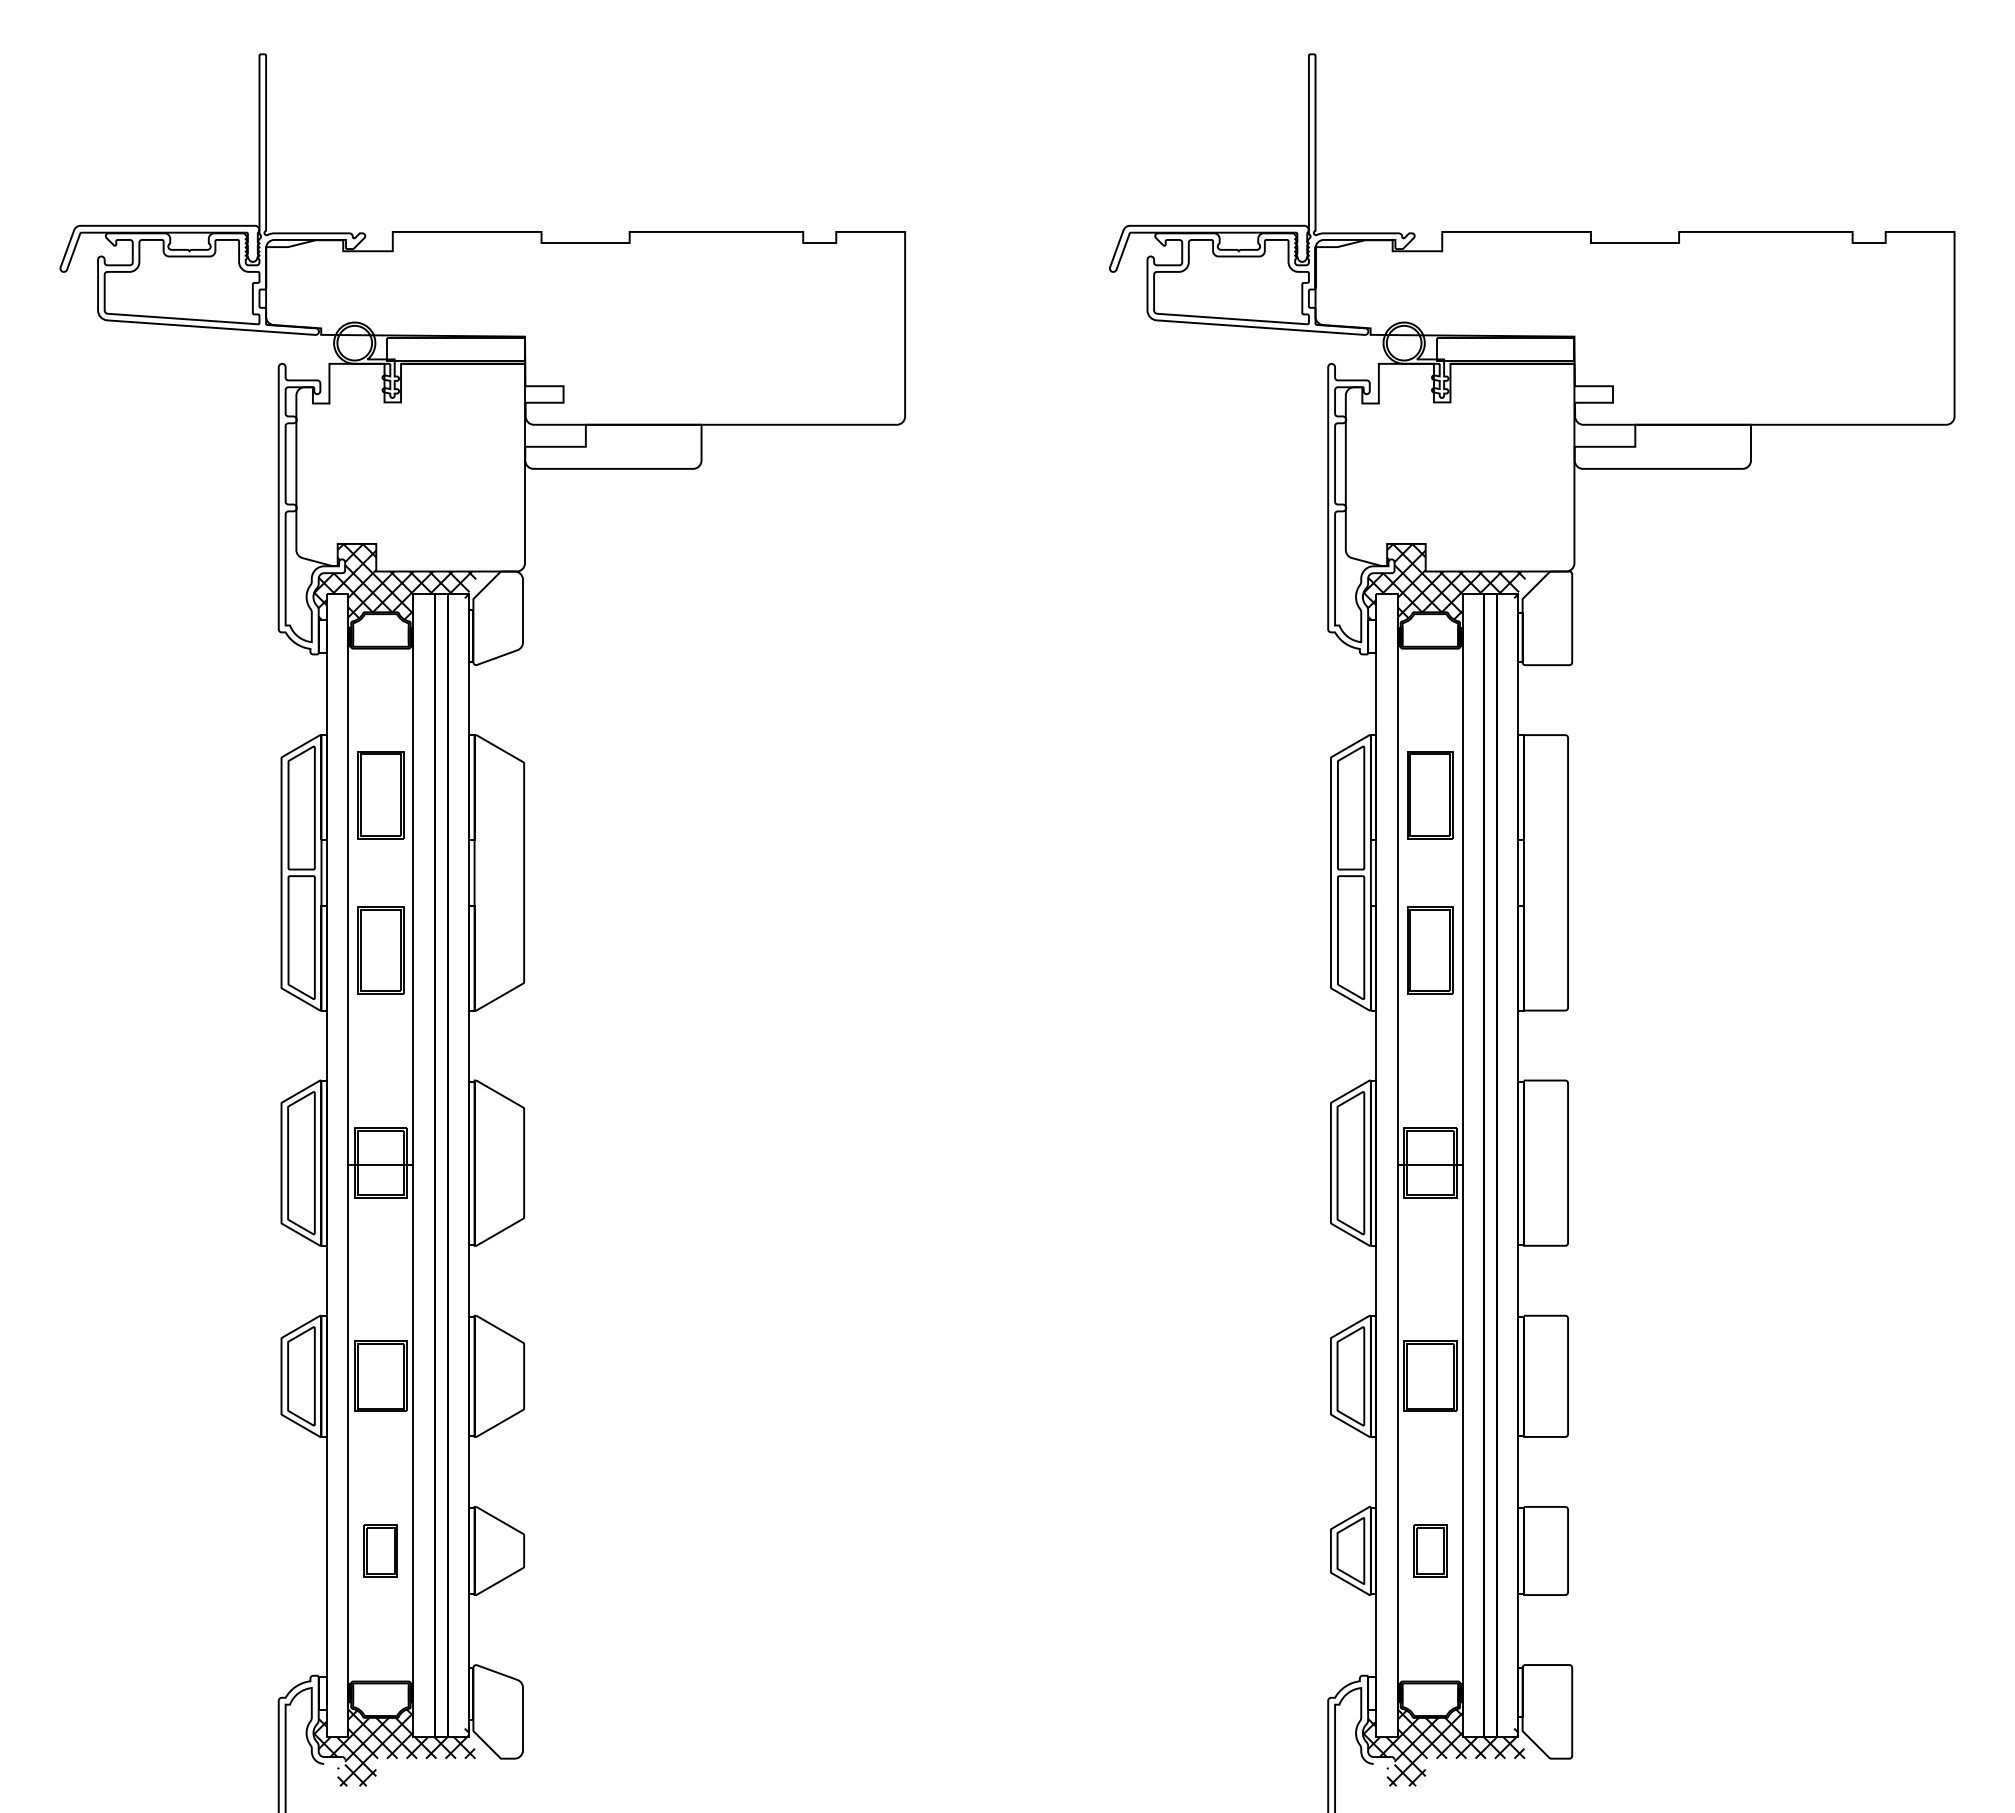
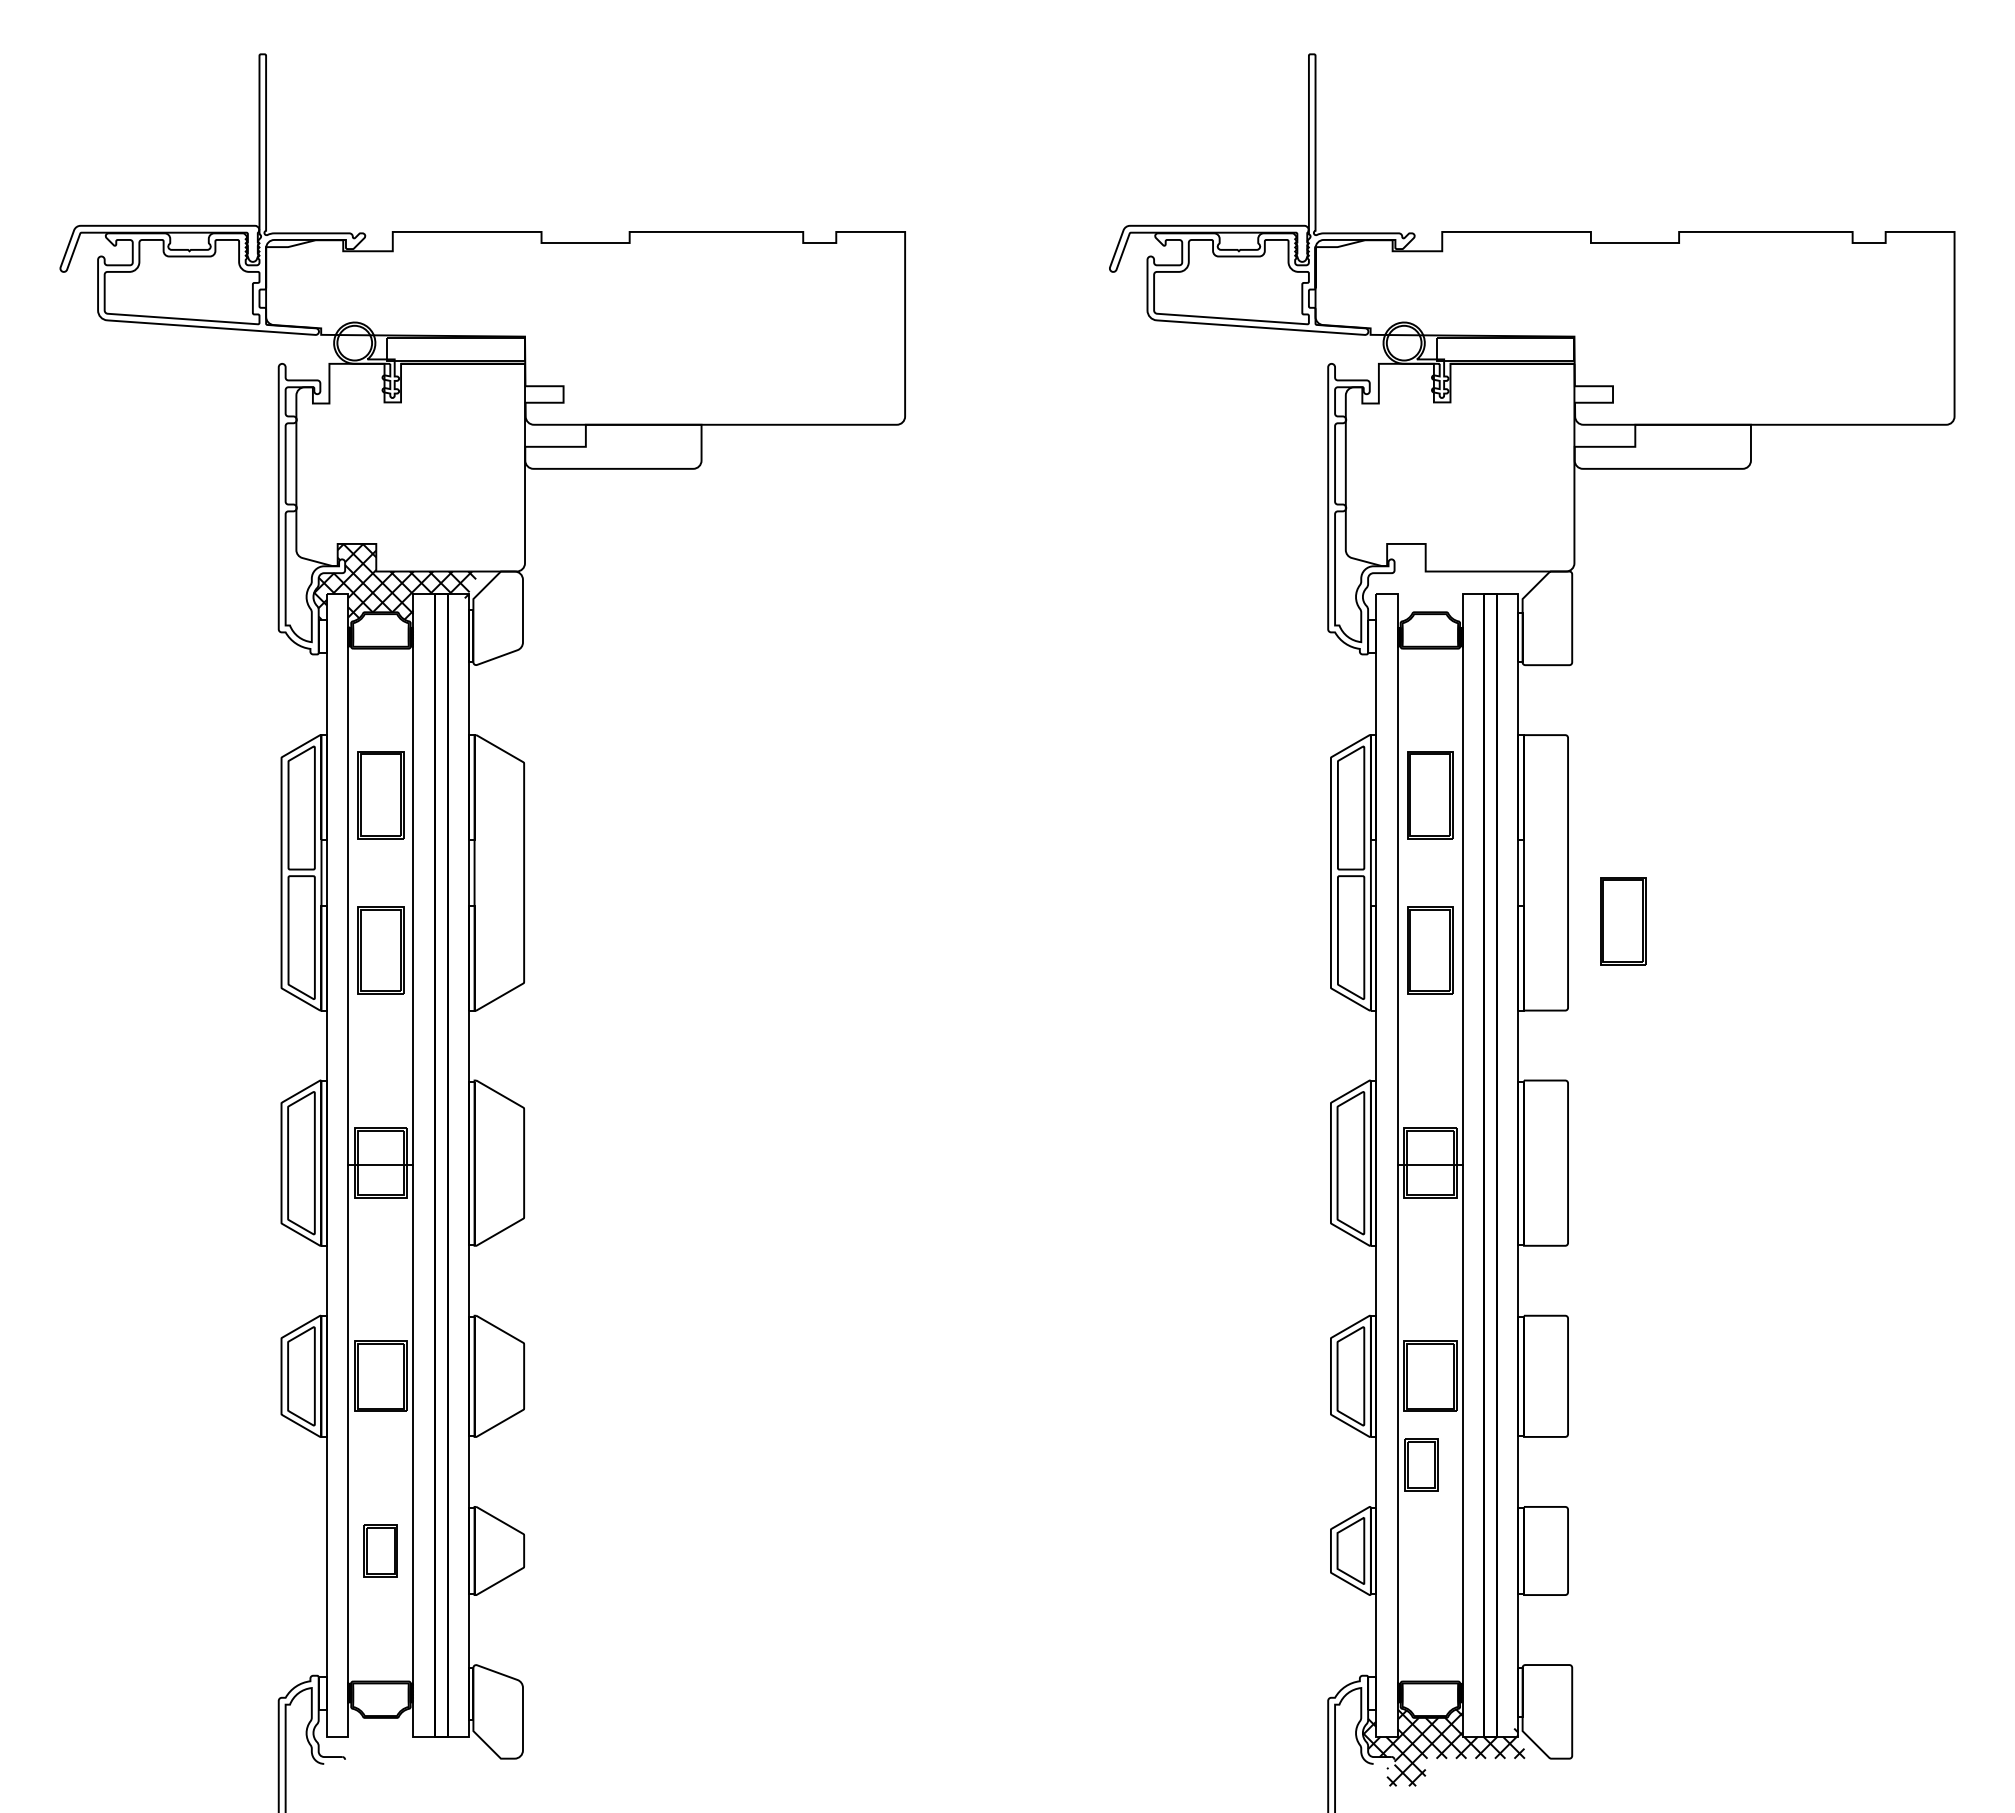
hatch at (1444, 585): present -> none
part at (1623, 921): none -> present
part at (1430, 1550) position: (1430, 1550) -> (1421, 1464)
hatch at (394, 1747): present -> none
